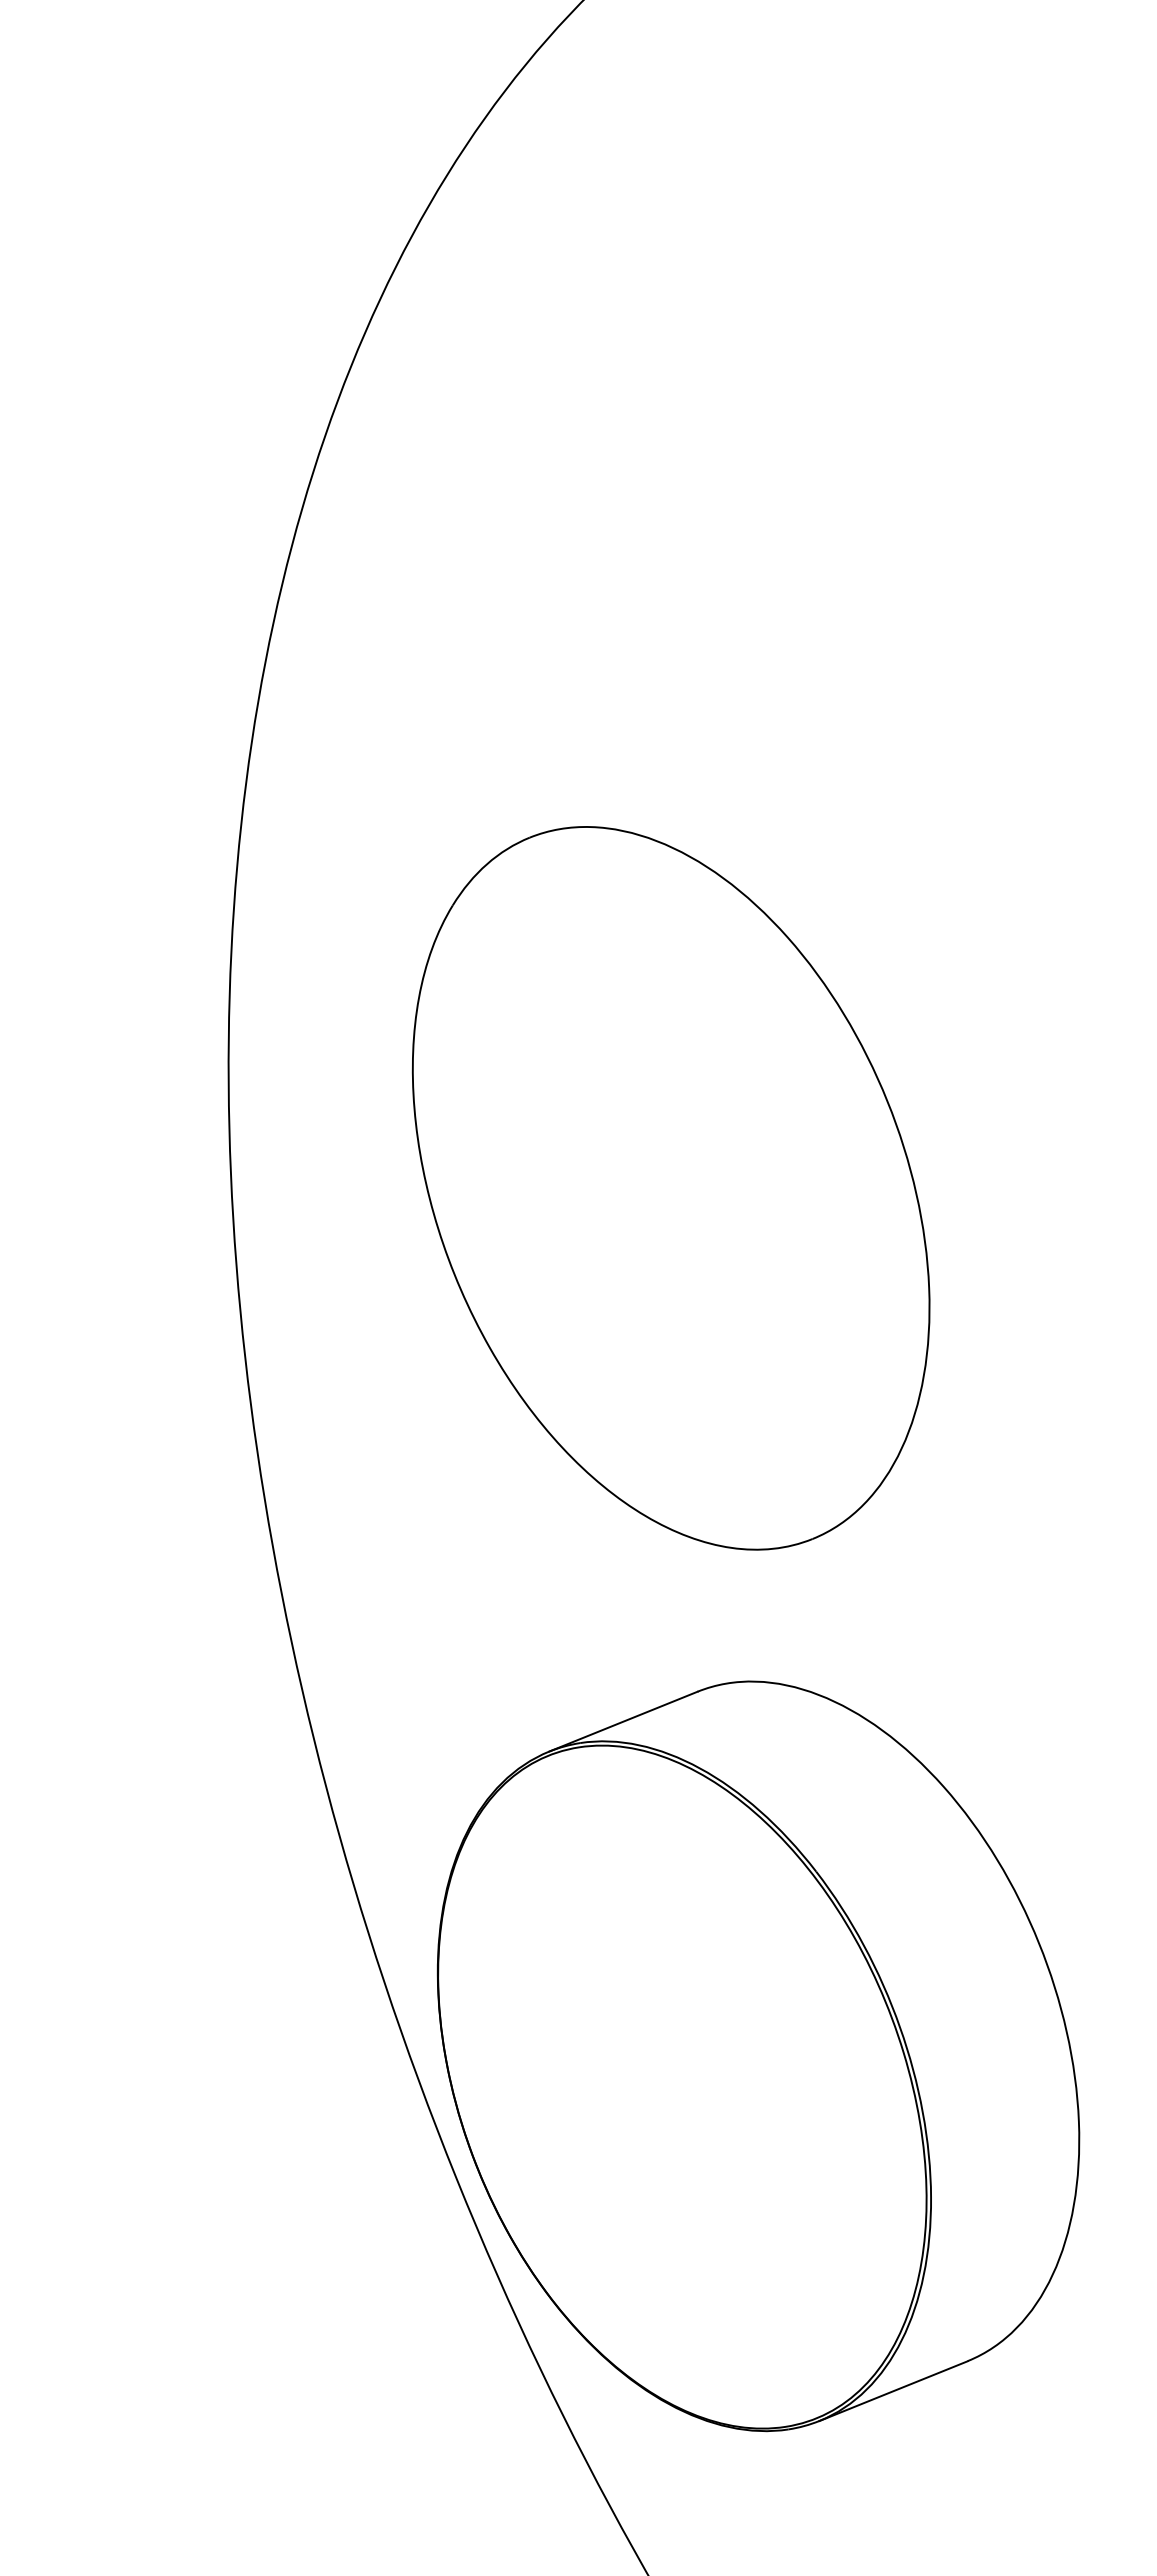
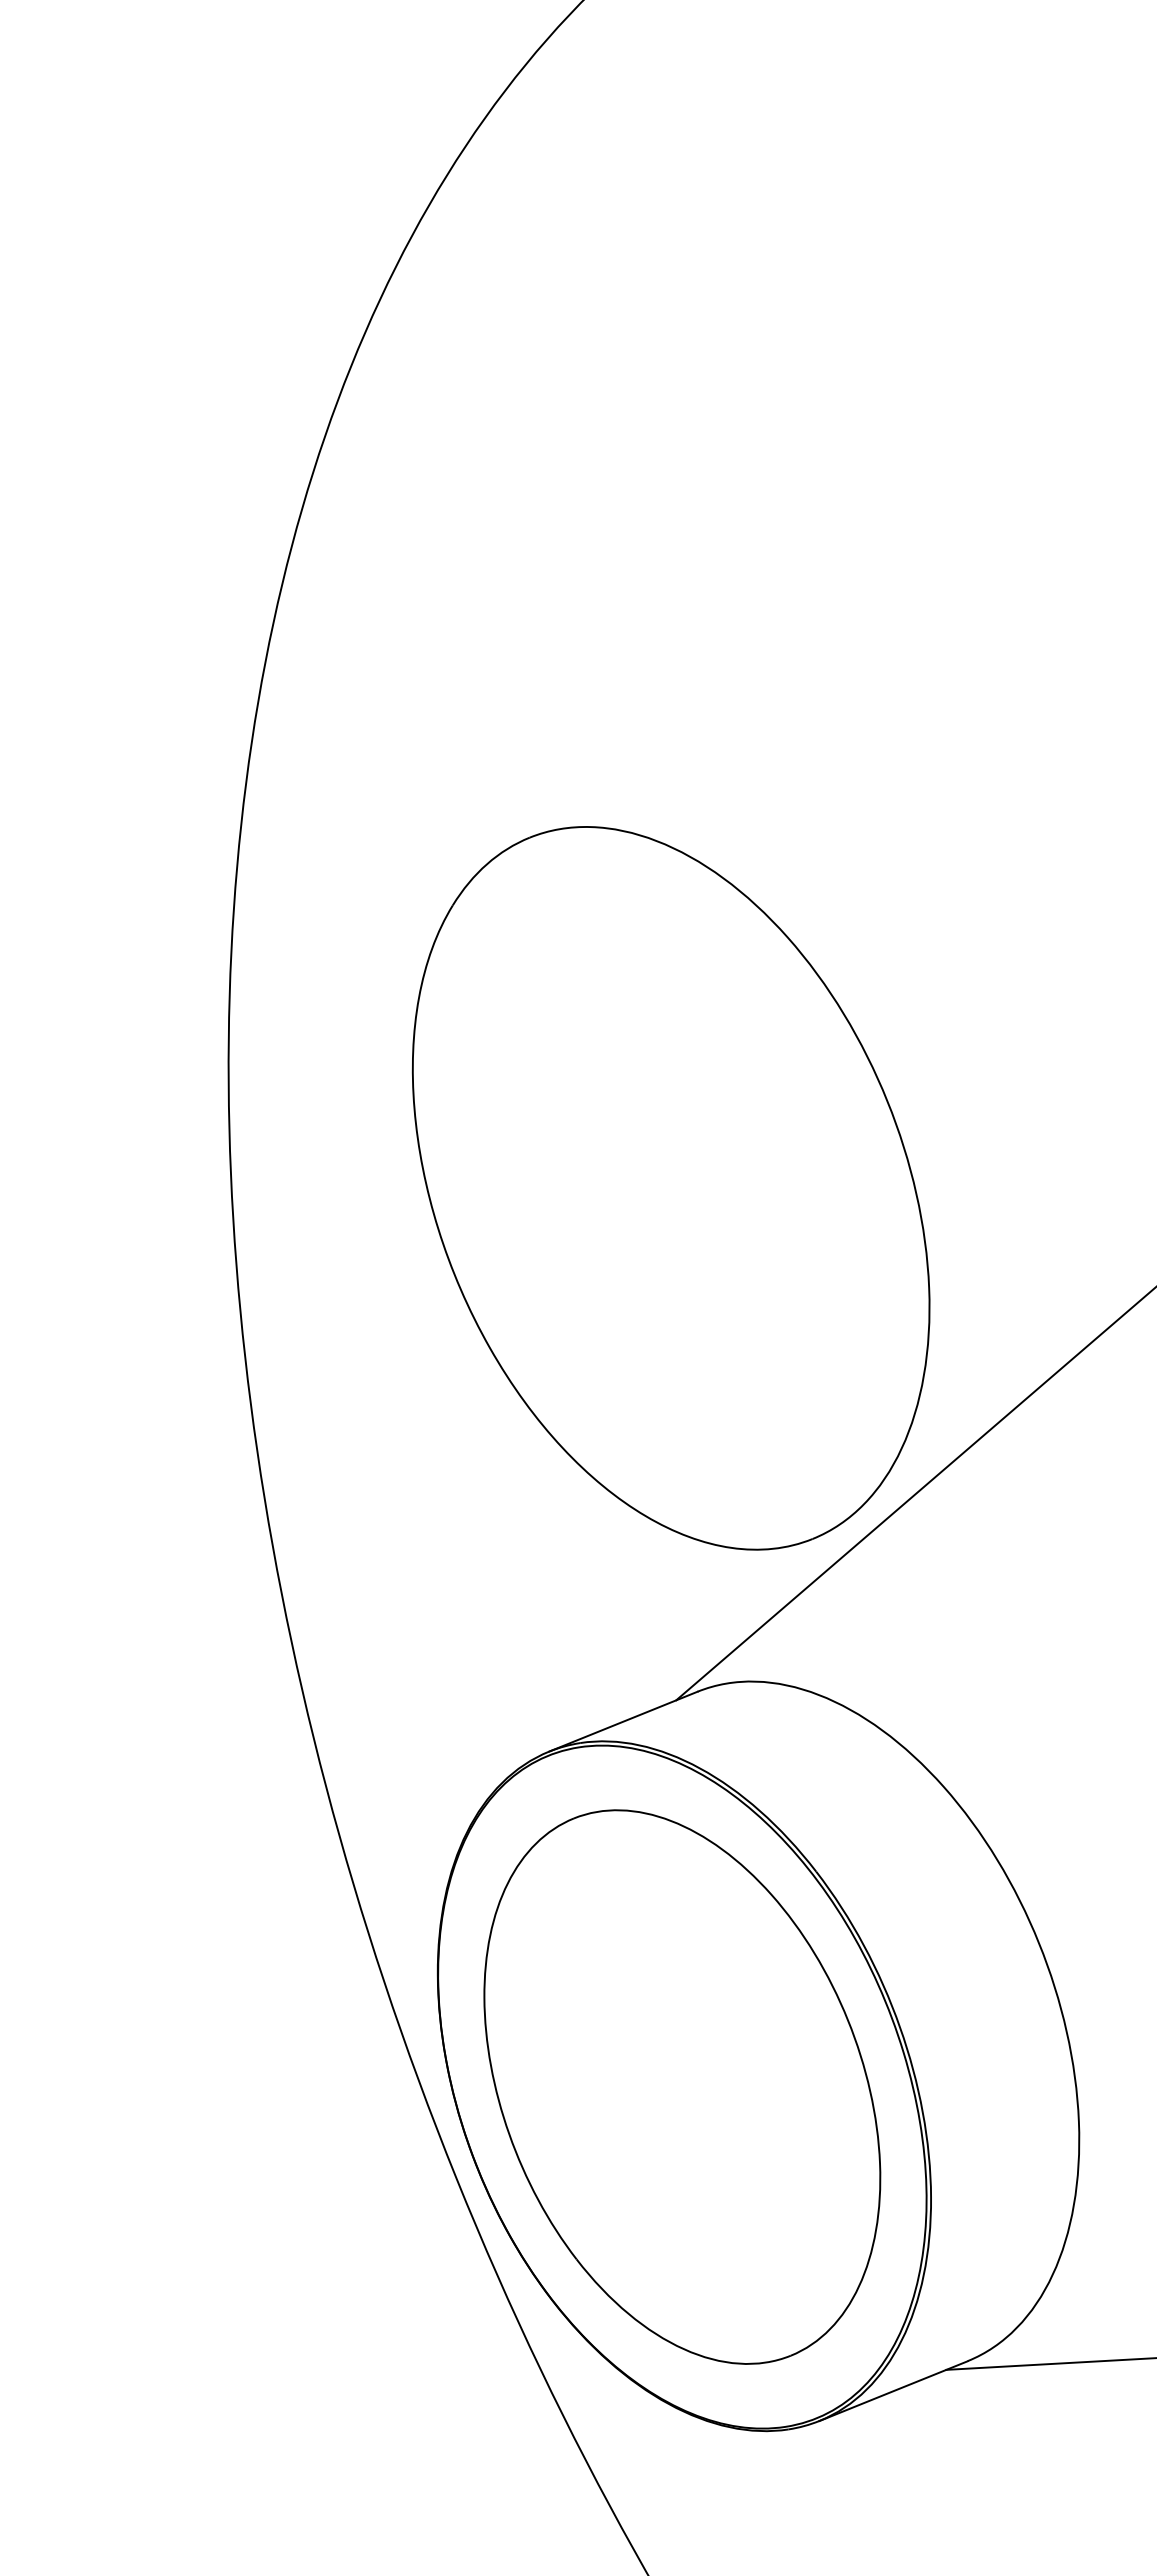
line at (914, 1494): none -> present
part at (682, 2086): none -> present
line at (1049, 2363): none -> present
